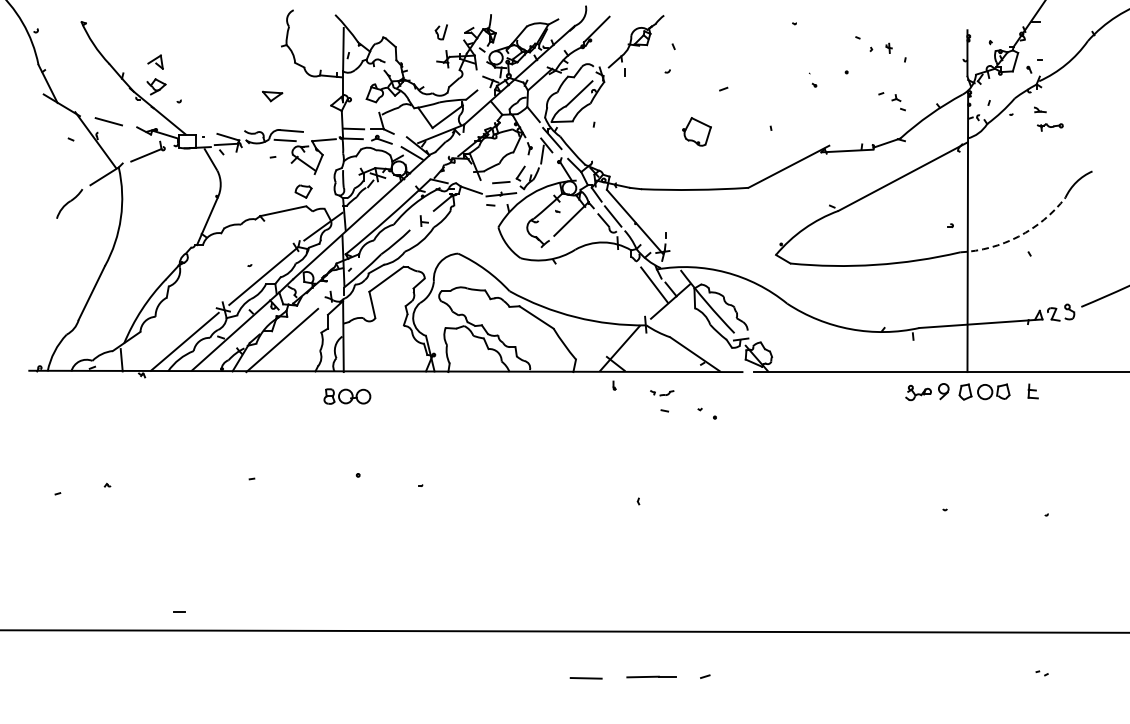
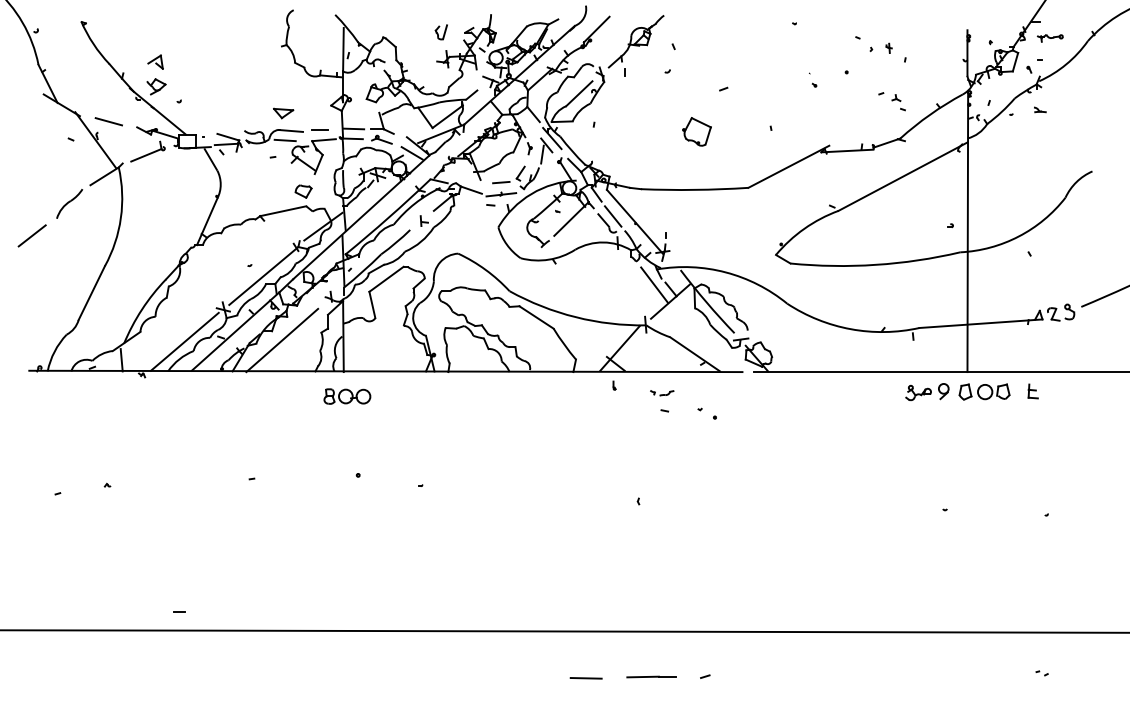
part at (272, 96) position: (272, 96) -> (283, 113)
part at (1050, 127) position: (1050, 127) -> (1050, 38)
line at (319, 129): none -> present
line at (31, 235): none -> present
arc at (1018, 236): dashed -> solid
